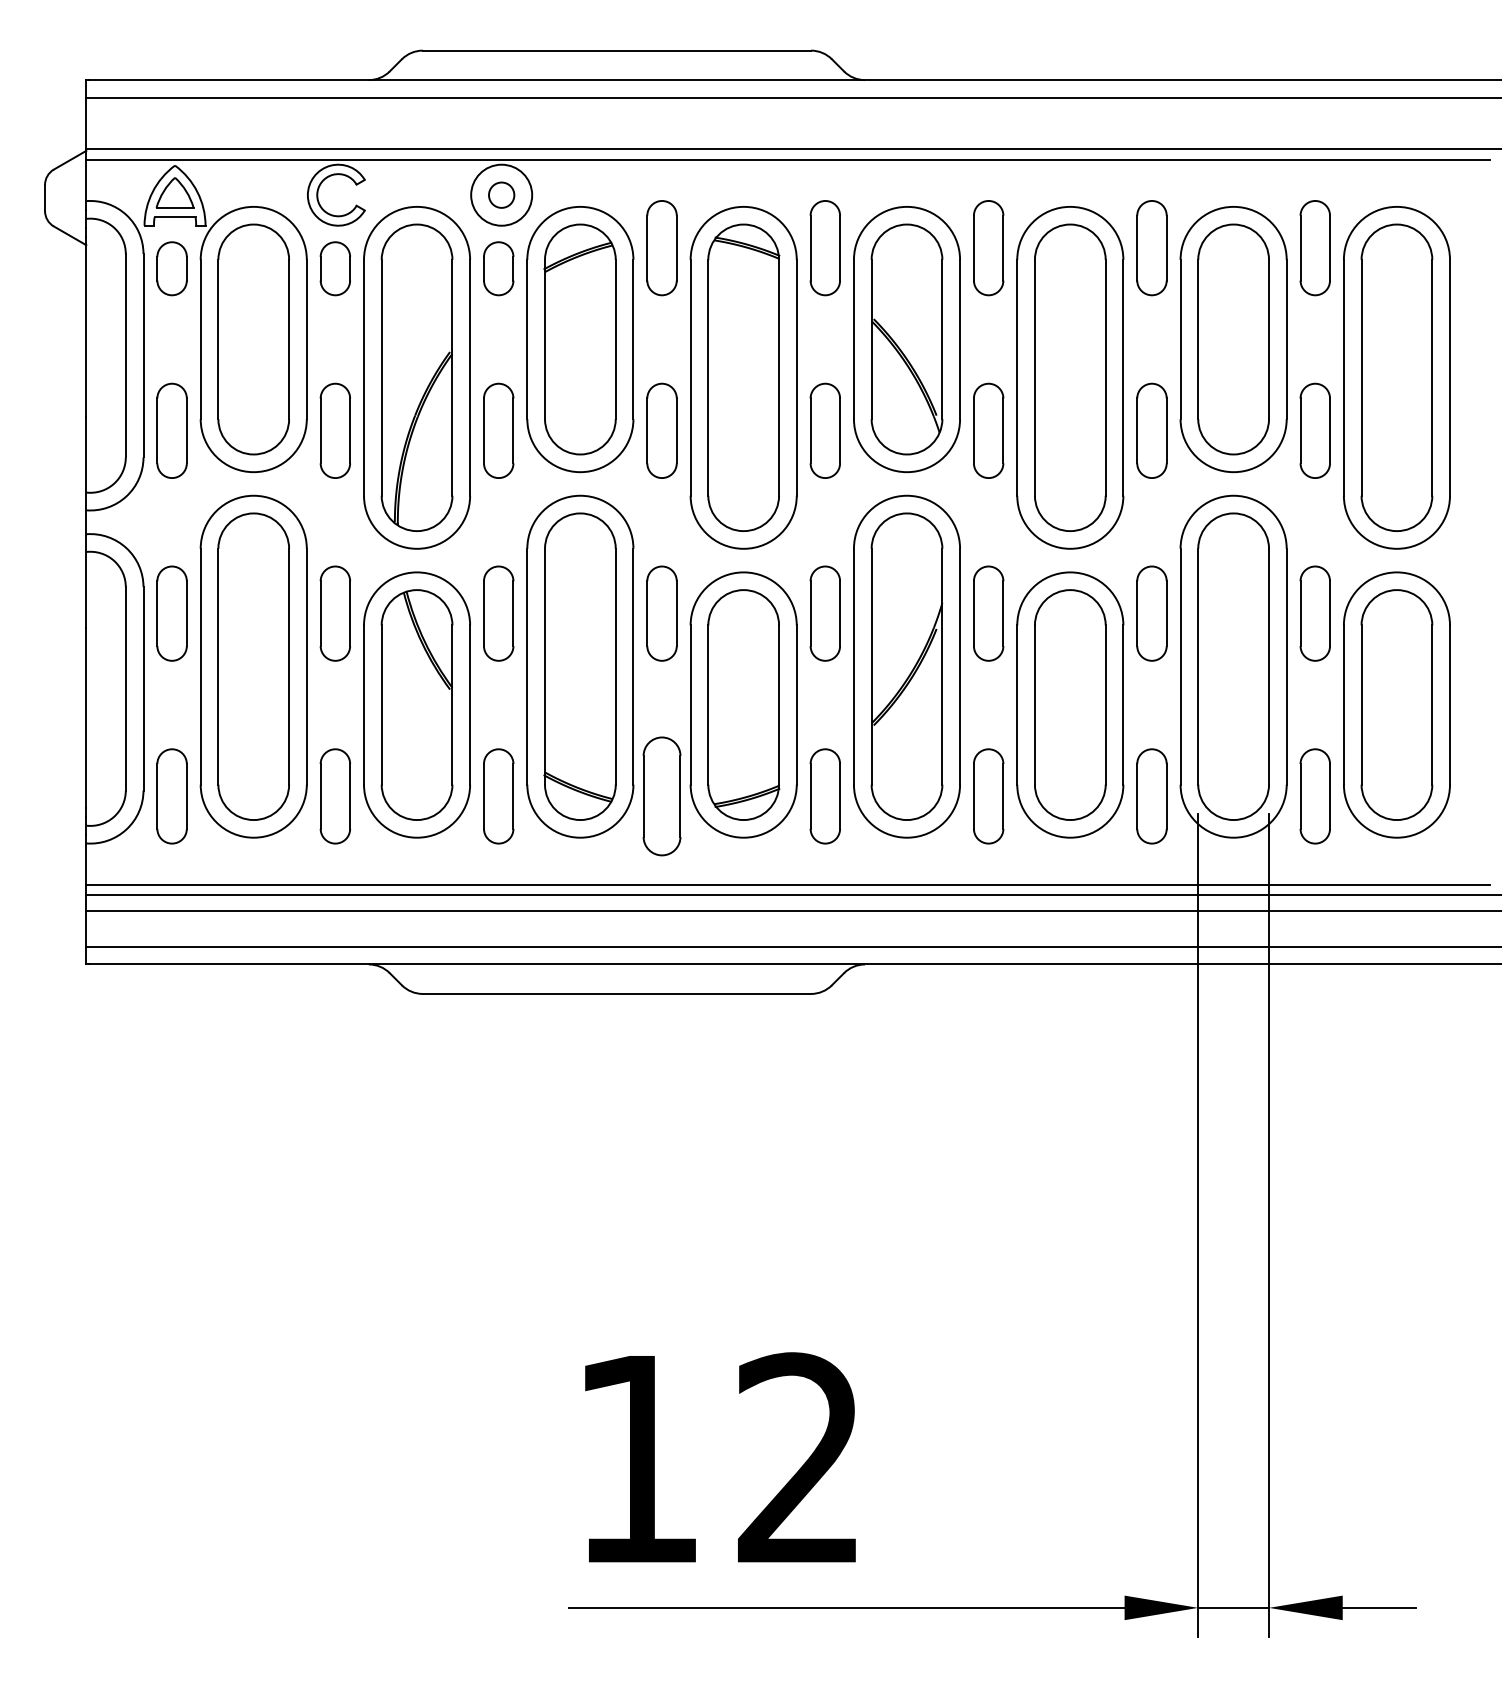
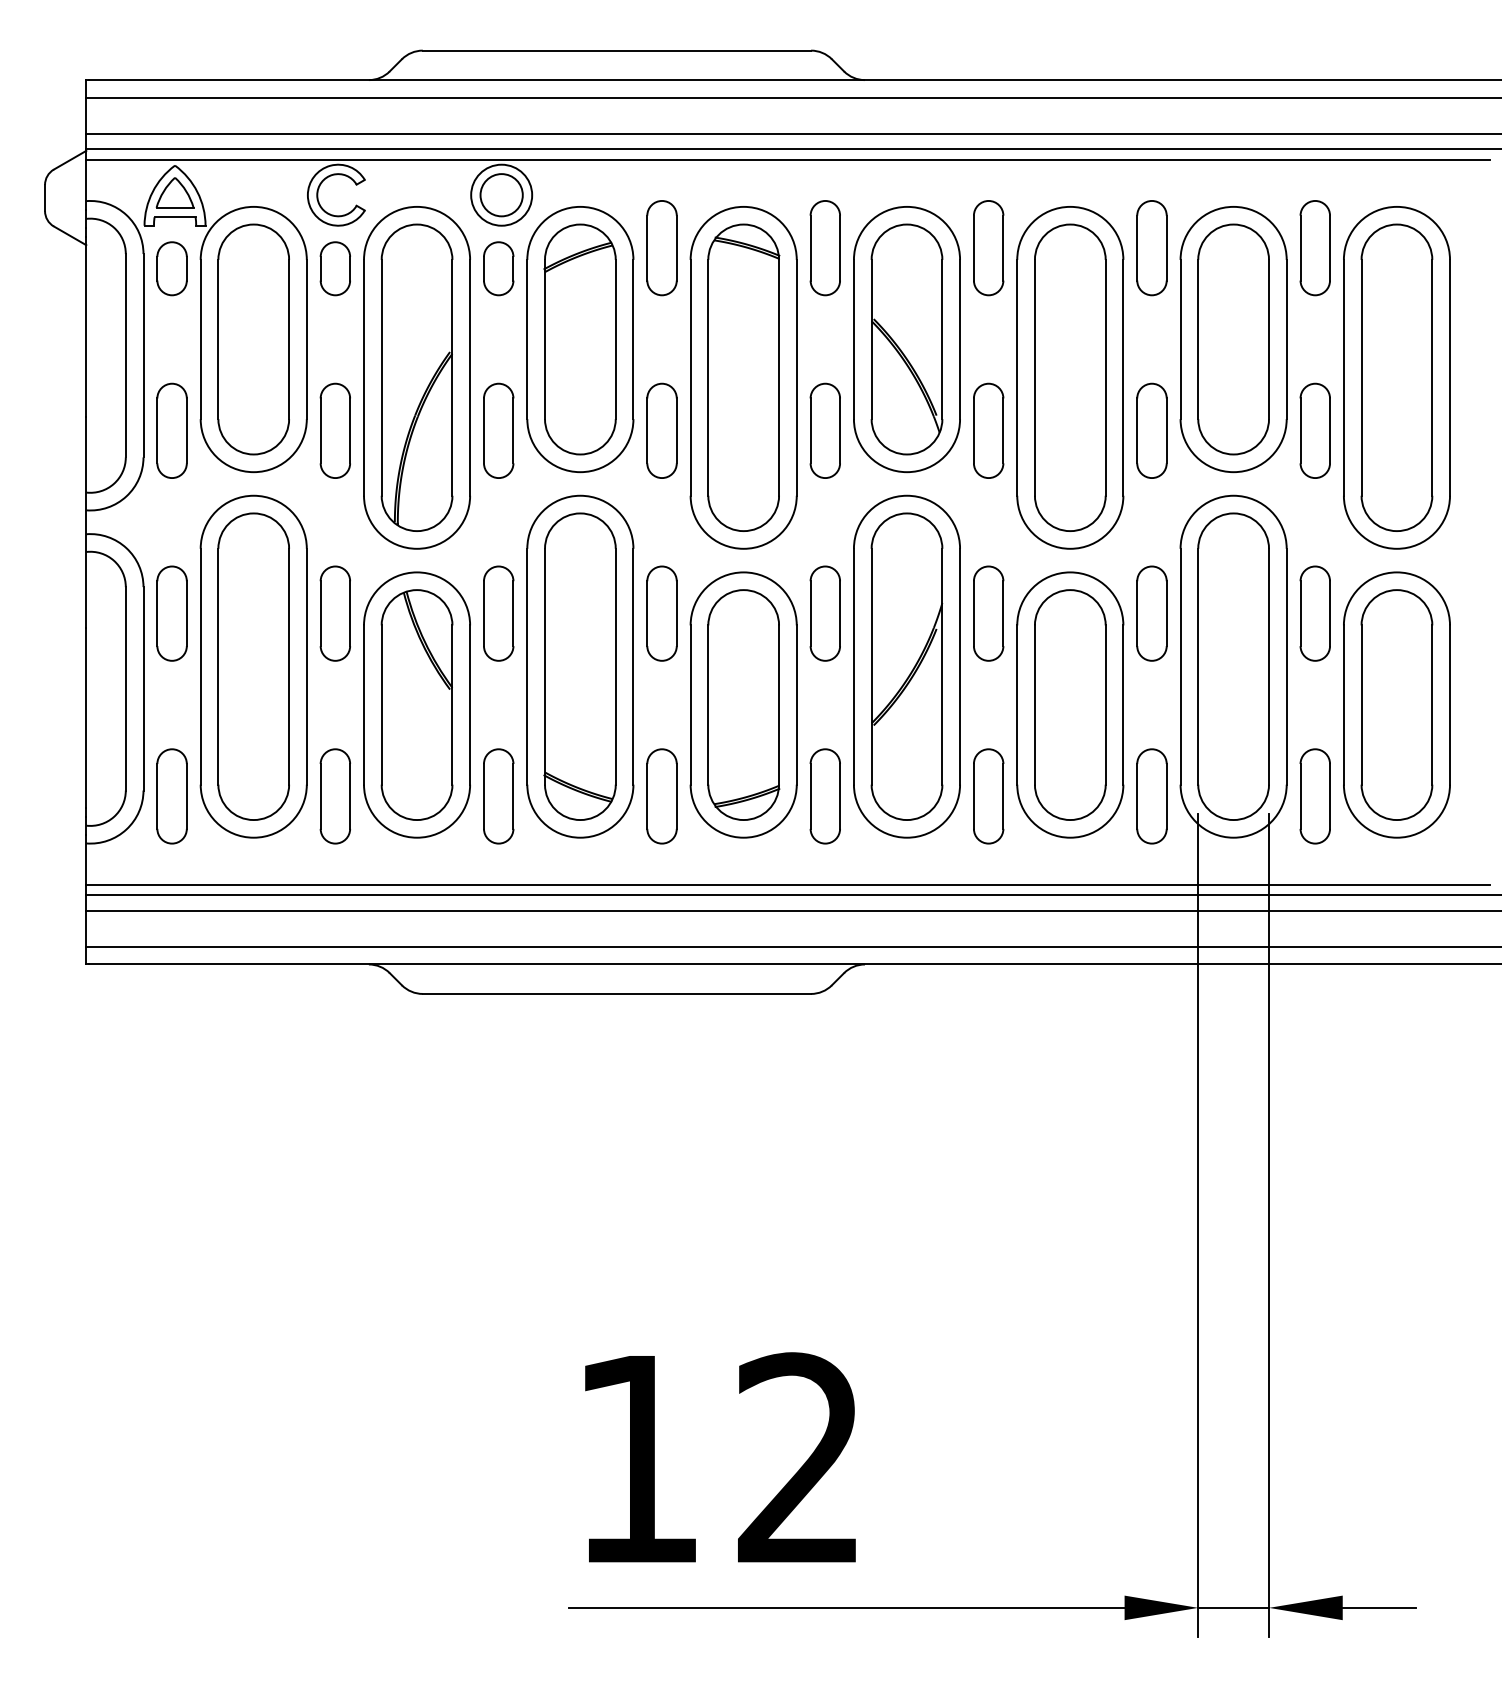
line at (792, 133): none -> present
circle at (501, 194) diameter: 25 px -> 42 px
part at (661, 796) size: 40x121 px -> 32x97 px
